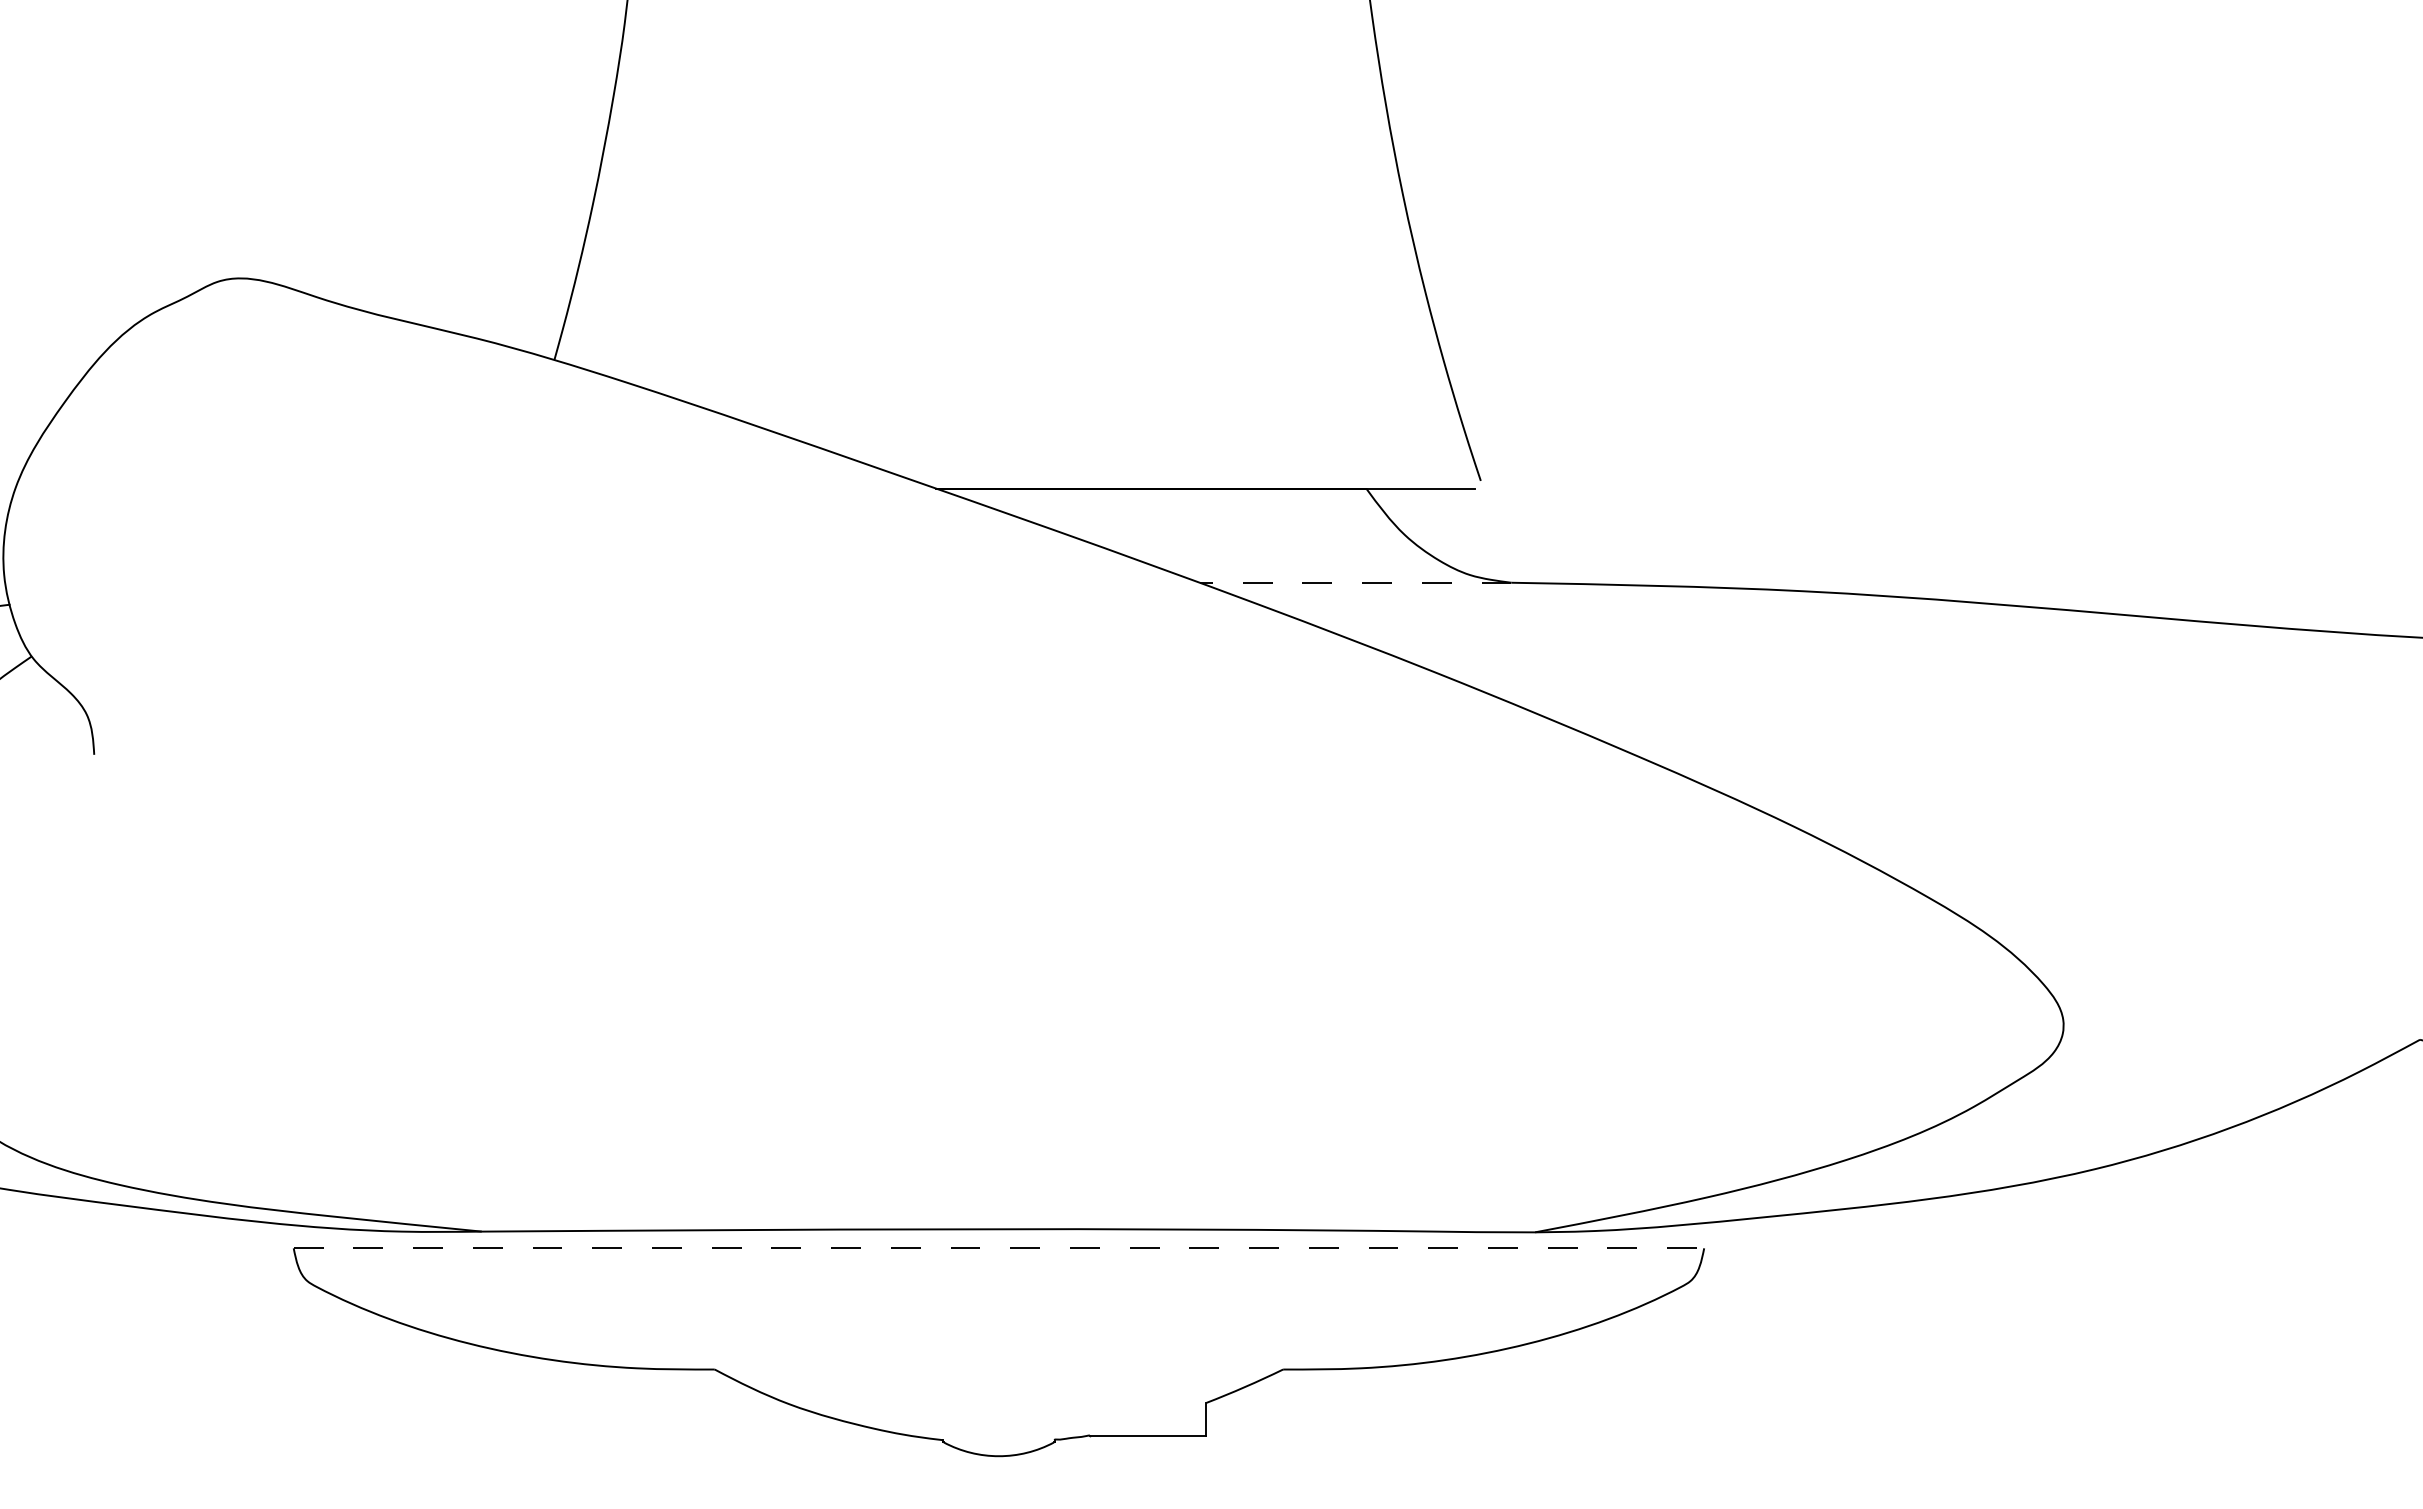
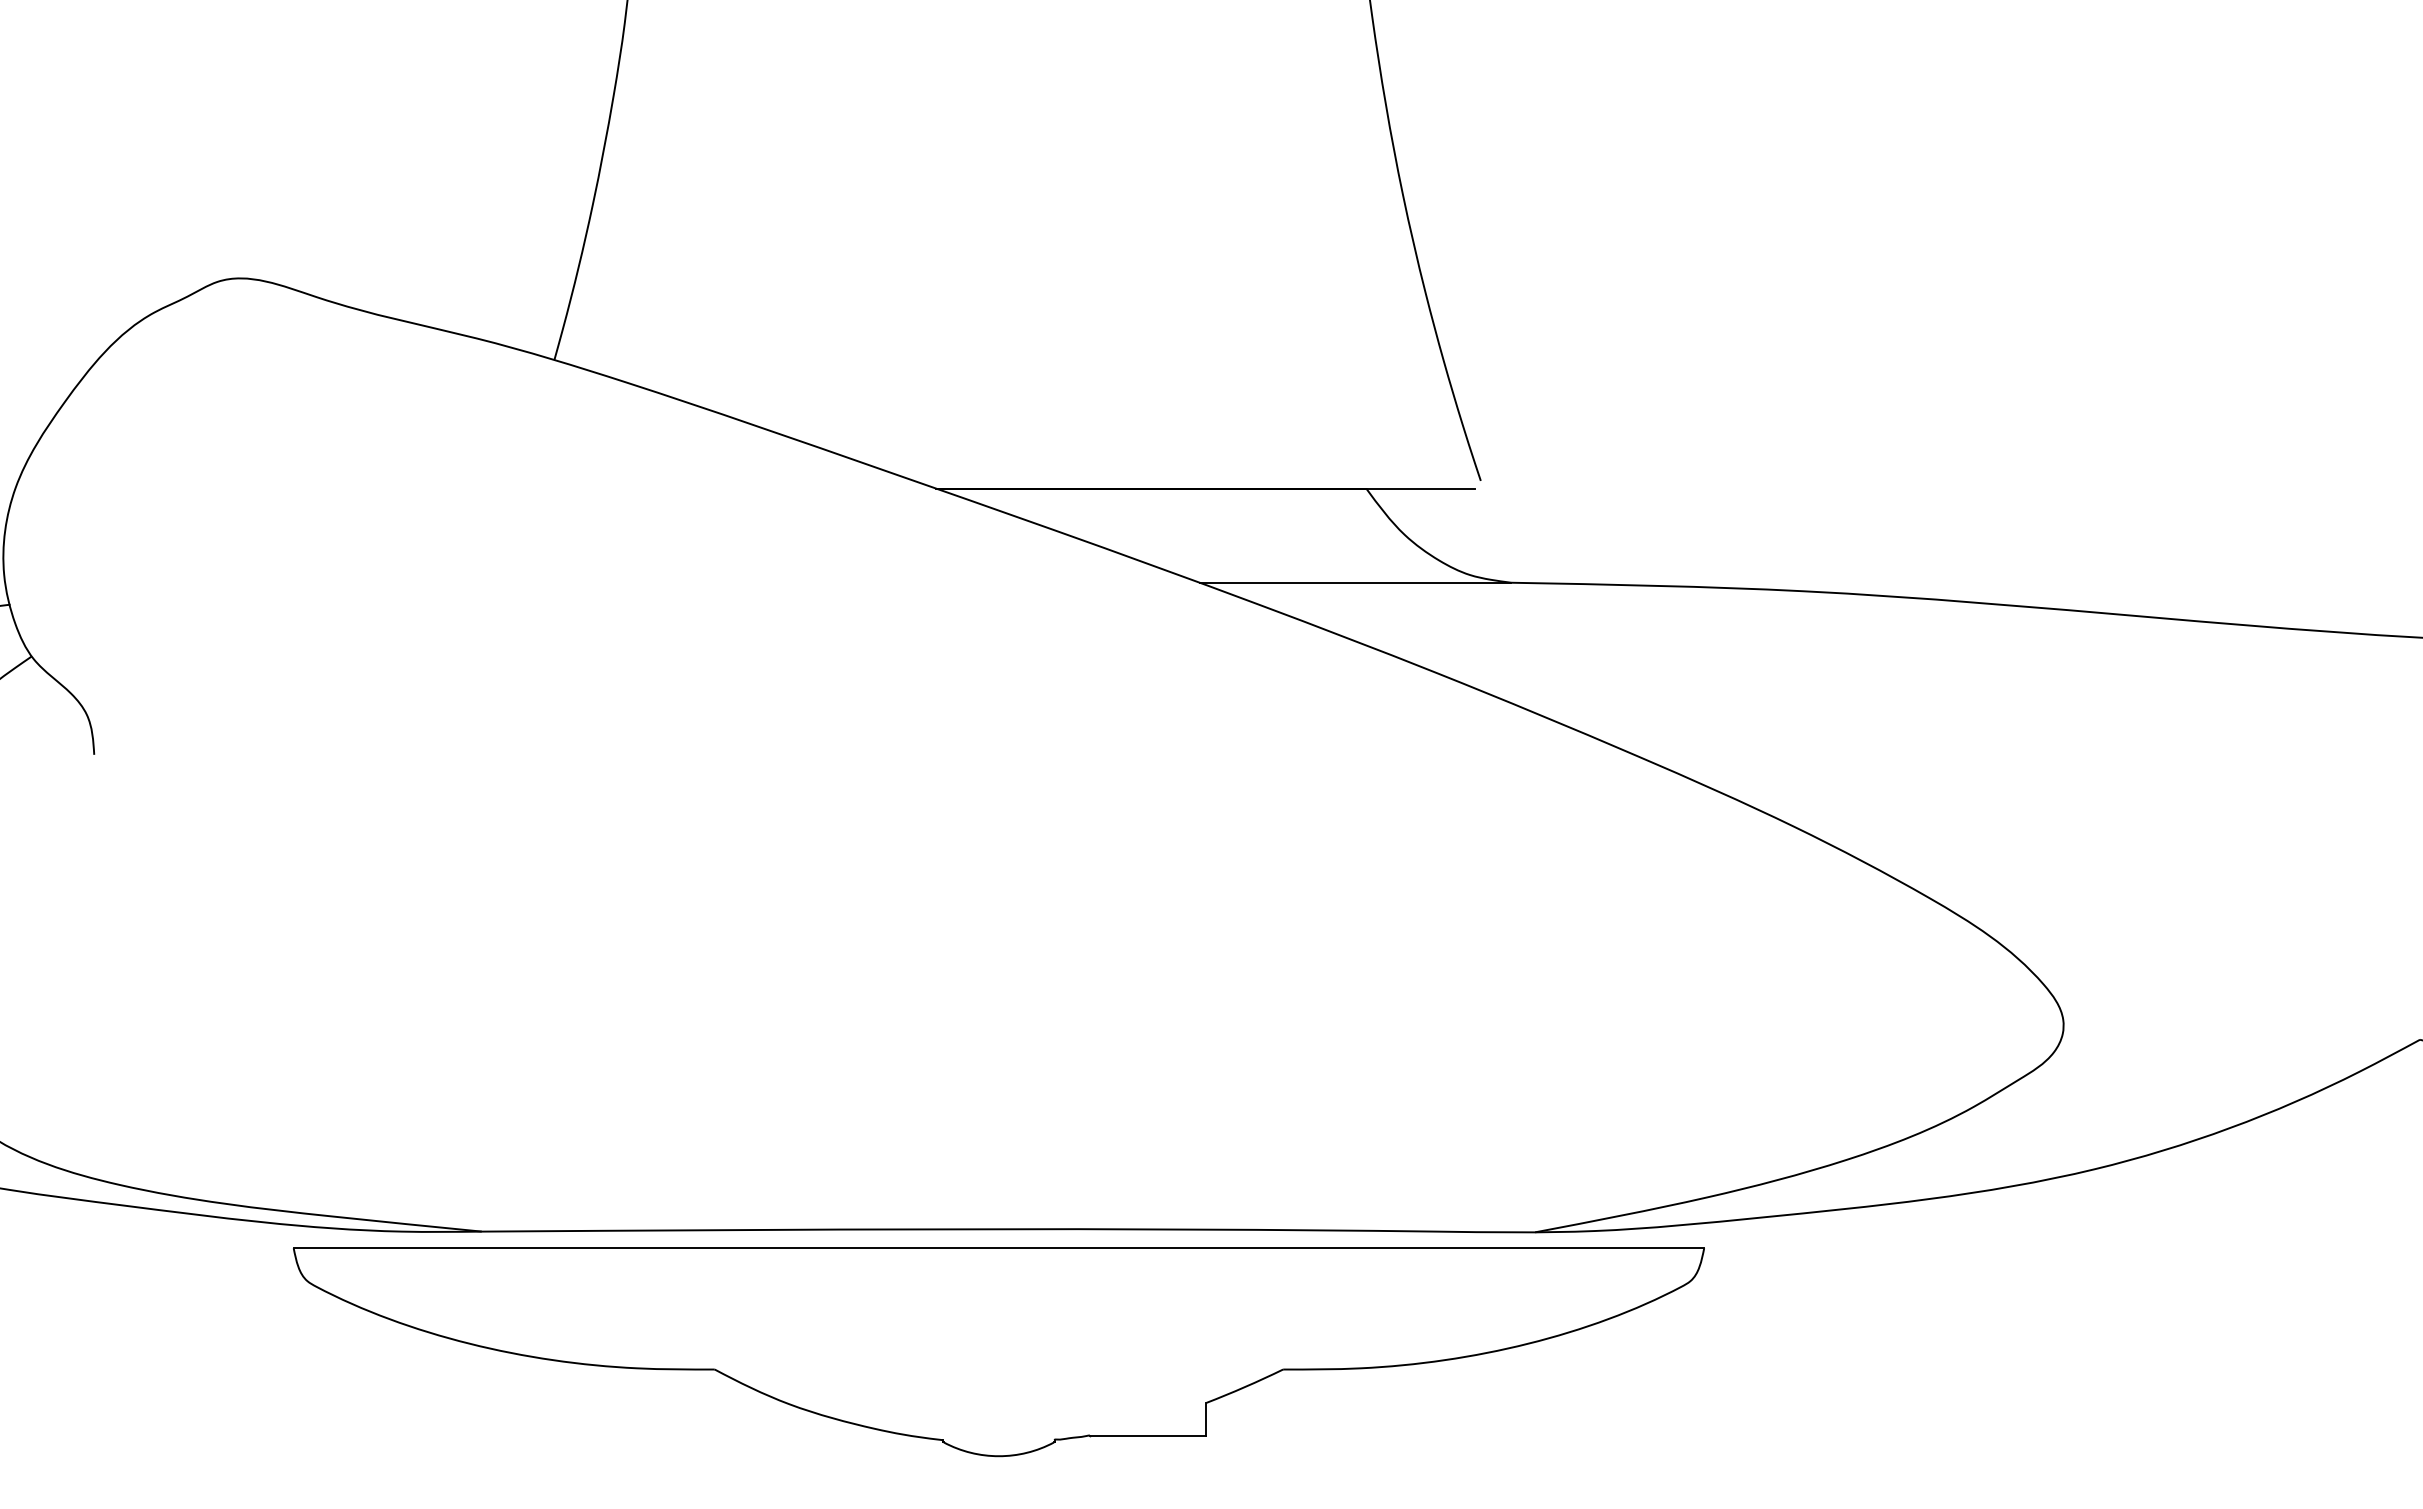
line at (1355, 582): dashed -> solid
line at (999, 1248): dashed -> solid
